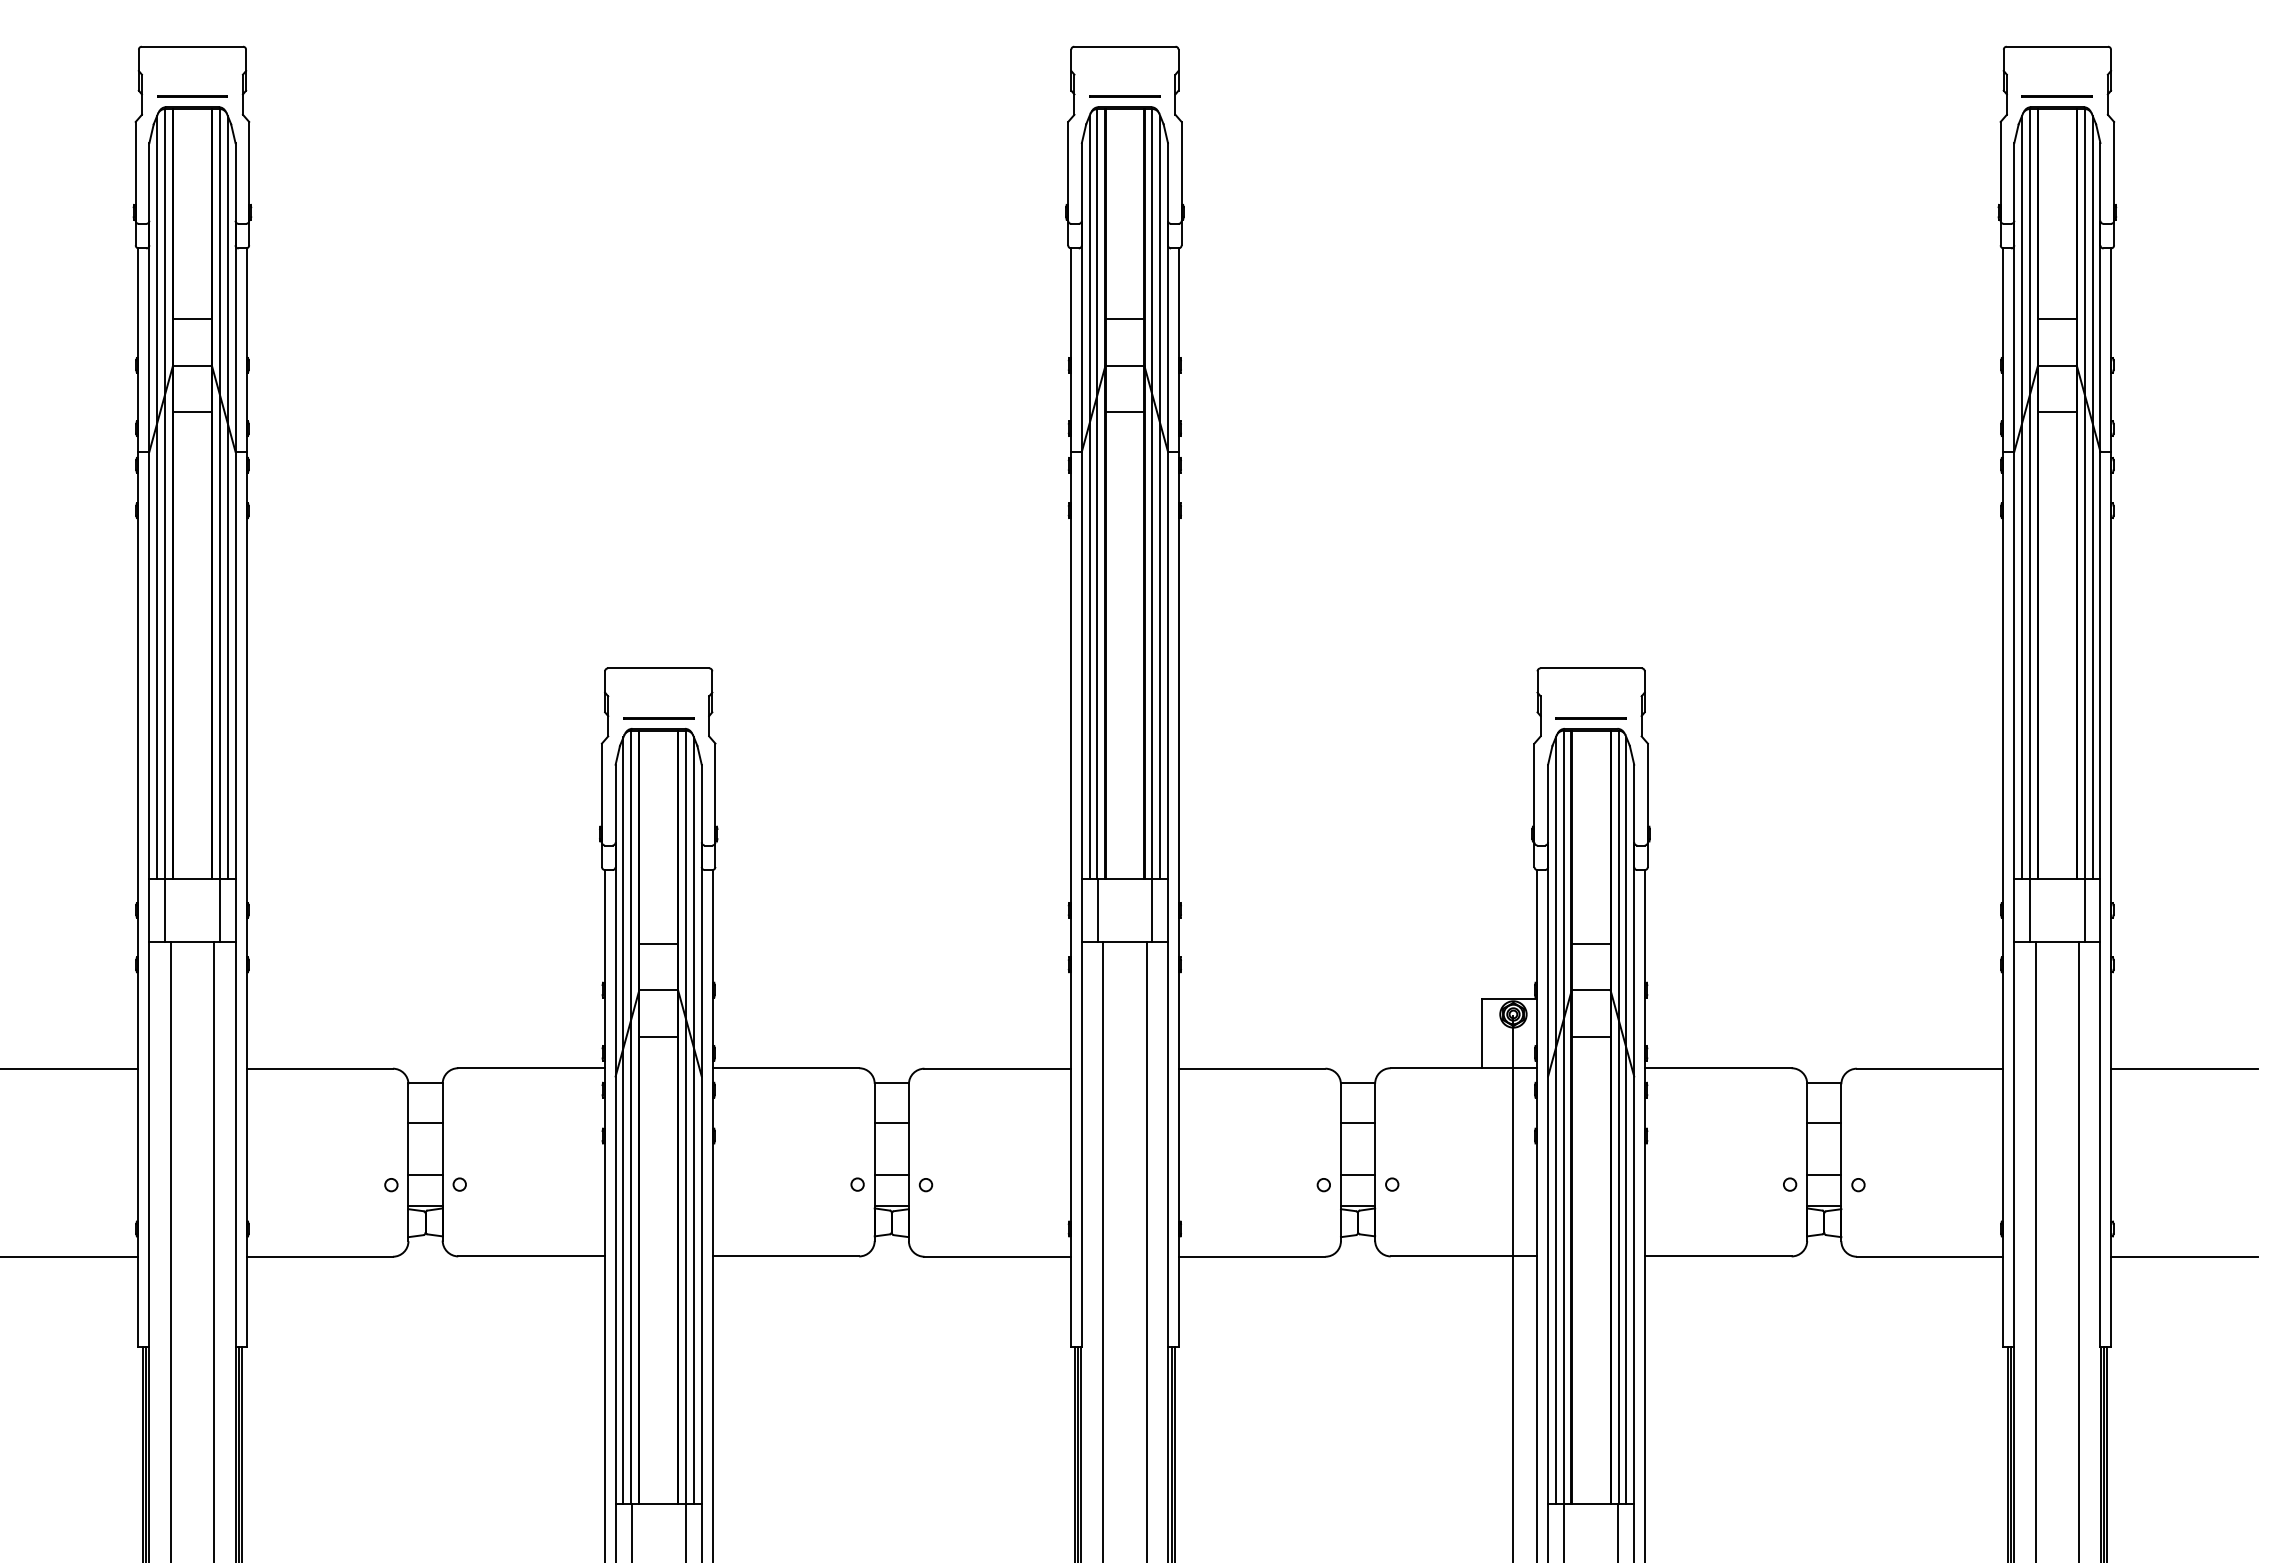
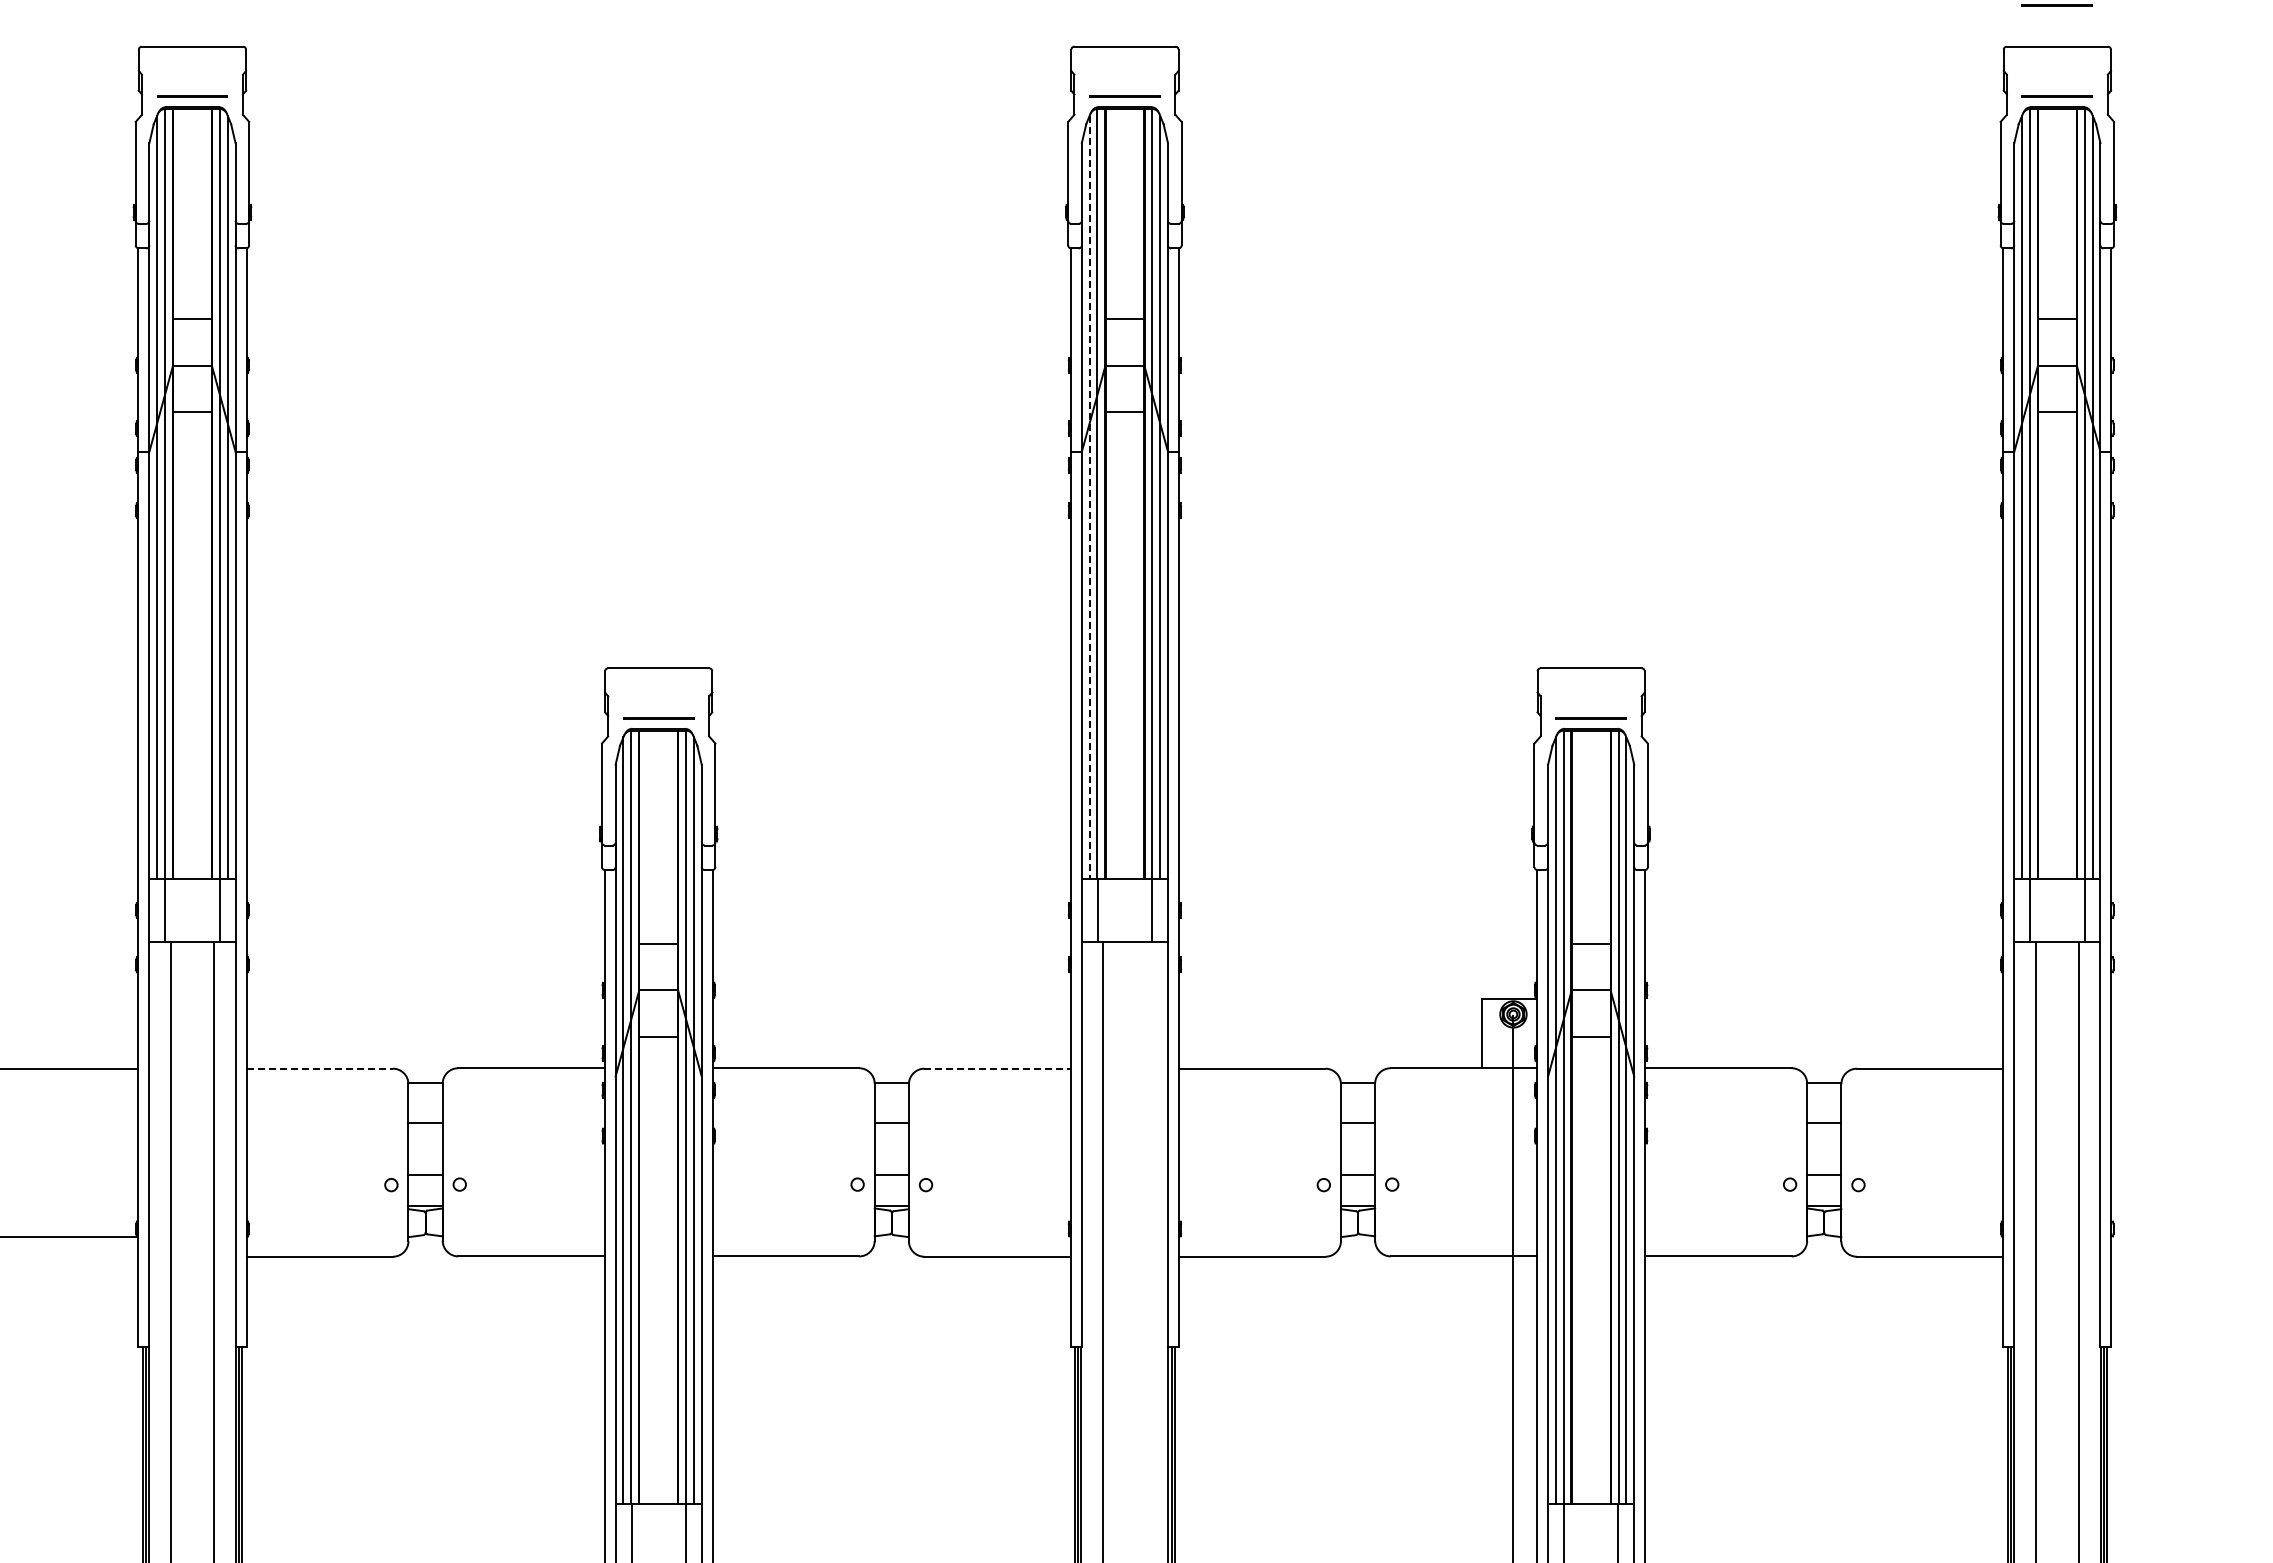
line at (2056, 5): none -> present
line at (1089, 497): solid -> dashed
line at (320, 1068): solid -> dashed
line at (998, 1068): solid -> dashed
line at (2184, 1068): present -> none
line at (1146, 1250): present -> none
line at (70, 1256) position: (70, 1256) -> (70, 1236)
line at (2184, 1256): present -> none
